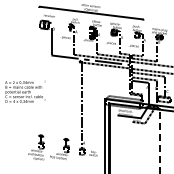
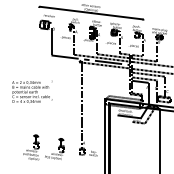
text at (25, 91) position: (25, 91) -> (32, 91)
line at (159, 141): dashed -> solid
part at (48, 147) position: (48, 147) -> (43, 147)
